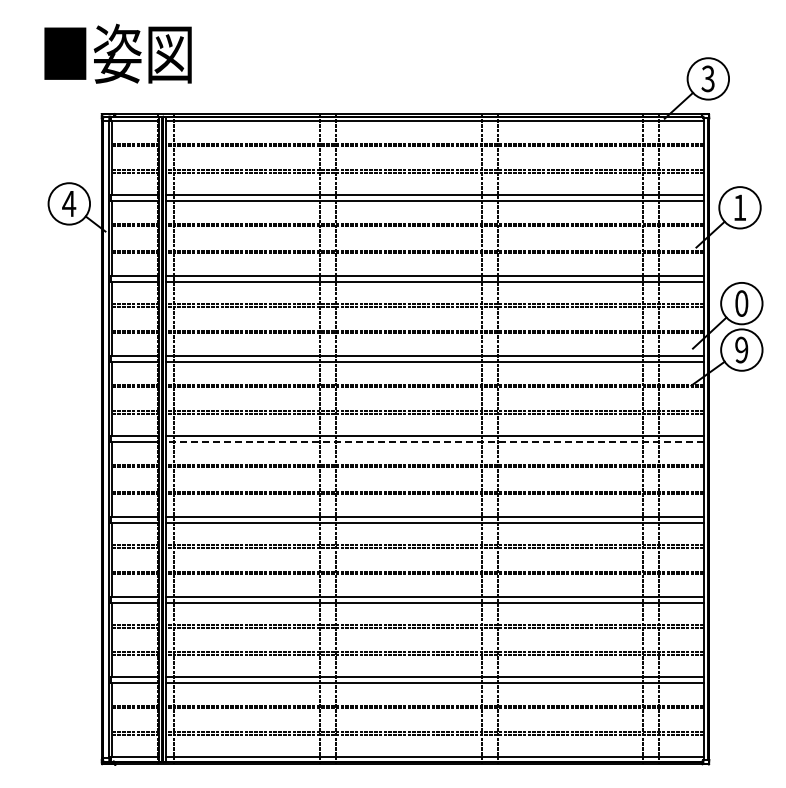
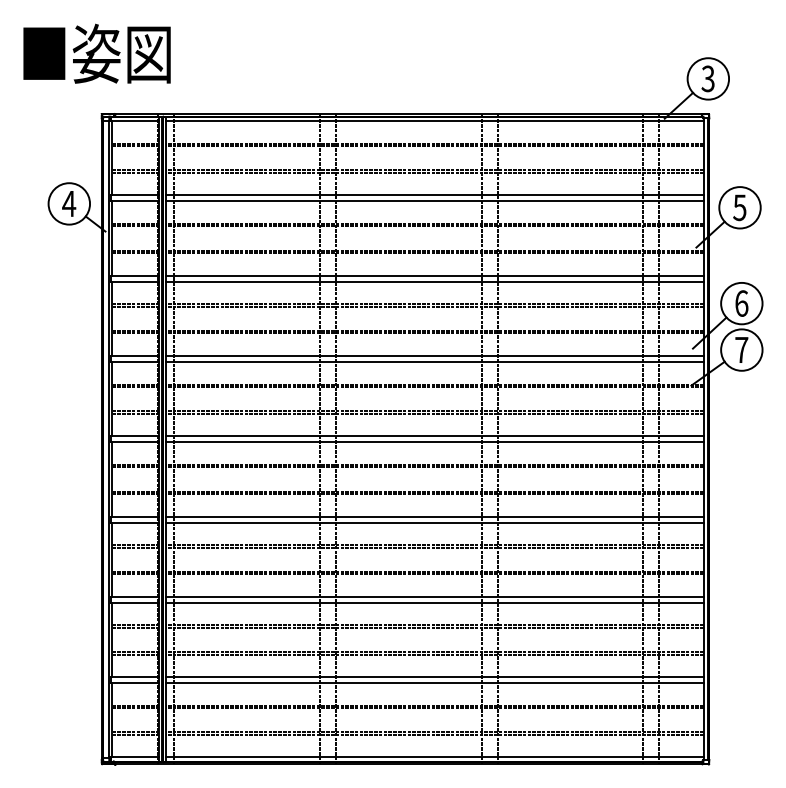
text at (117, 53) position: (117, 53) -> (96, 53)
text at (739, 207): 1 -> 5
text at (741, 303): 0 -> 6
text at (741, 349): 9 -> 7
line at (434, 442): dashed -> solid
